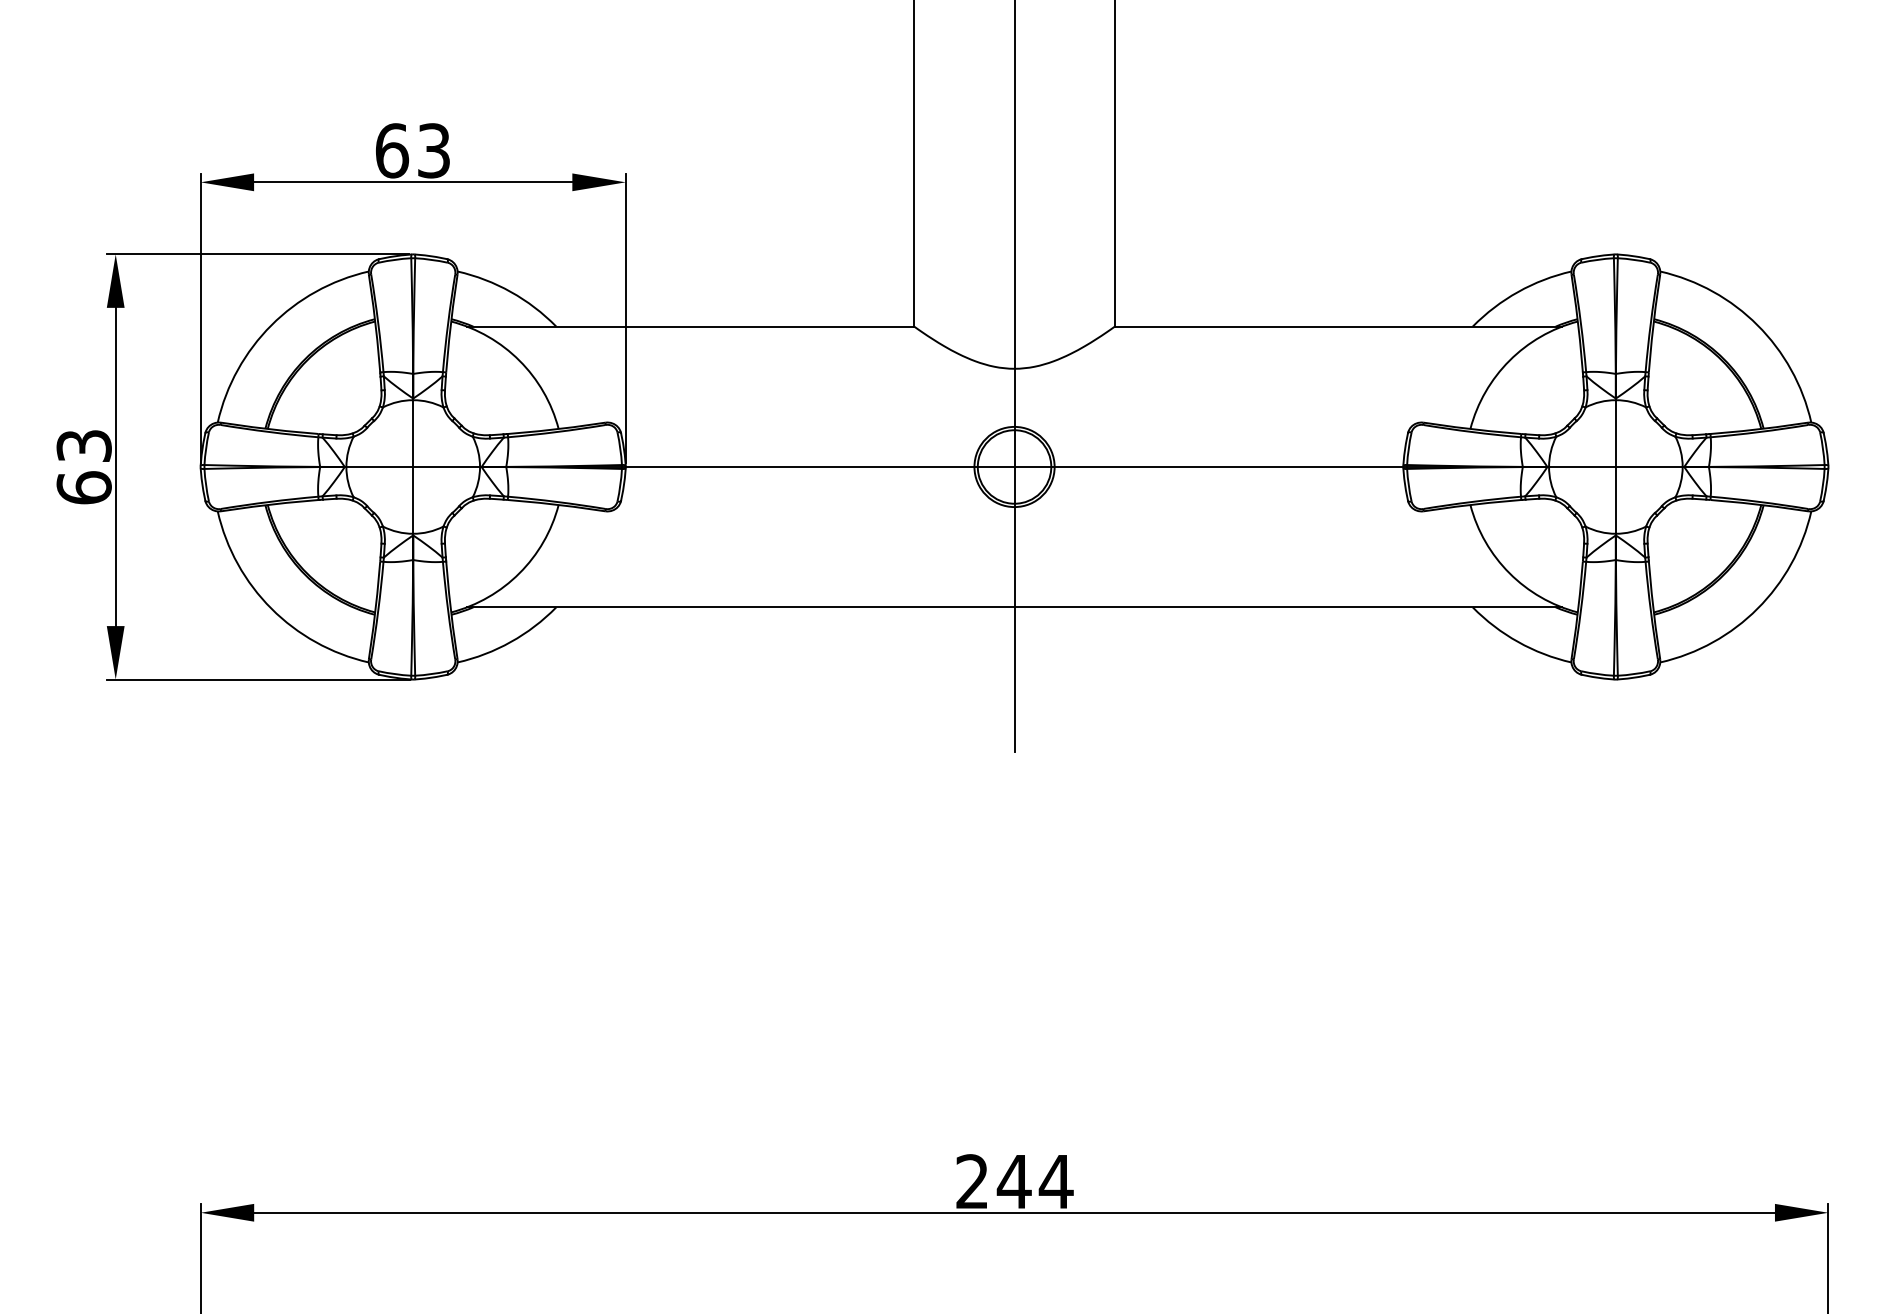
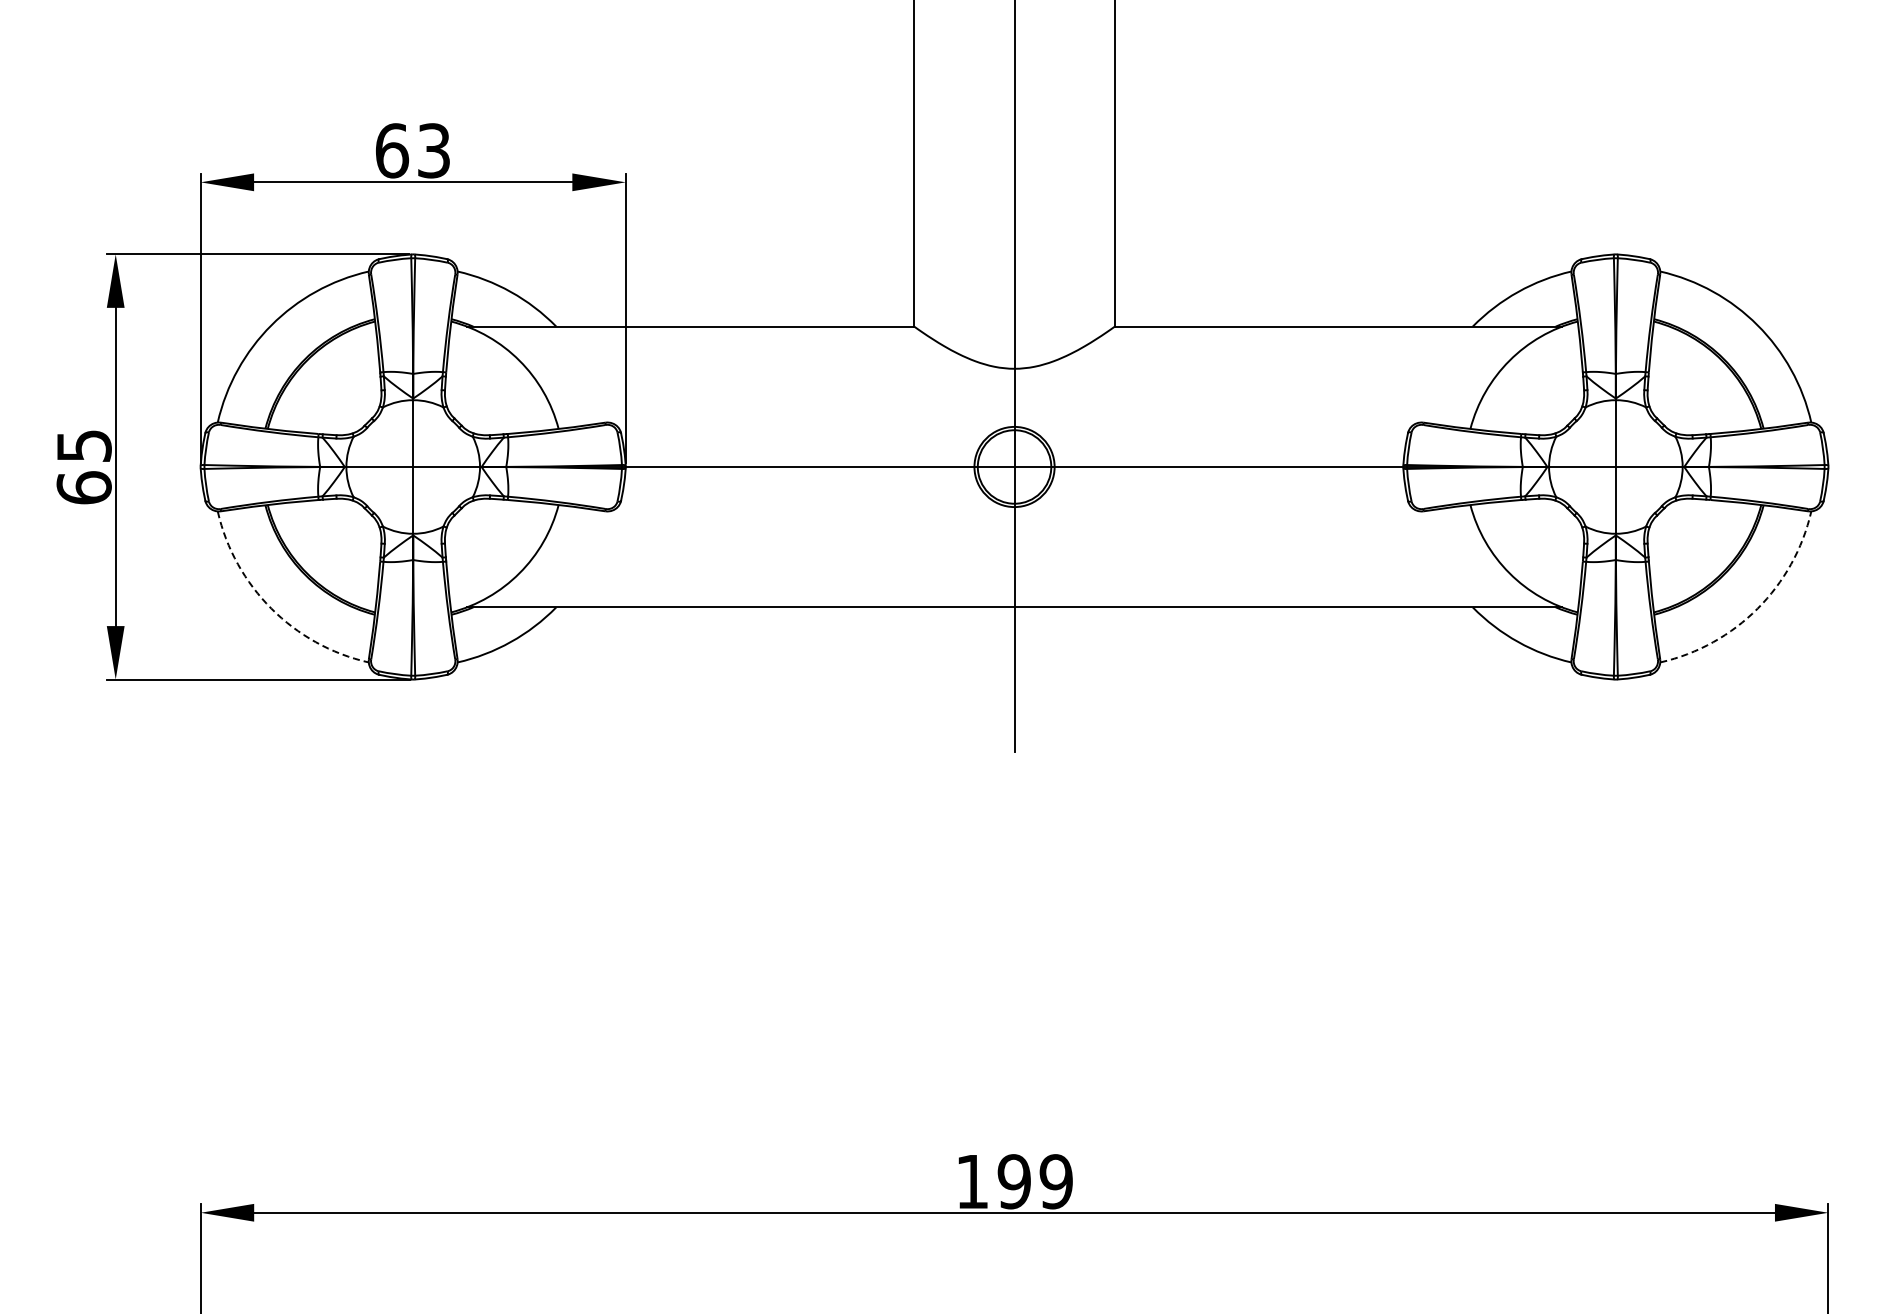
text at (83, 445): 63 -> 65
arc at (271, 608): solid -> dashed
arc at (1757, 608): solid -> dashed
text at (1014, 1181): 244 -> 199
